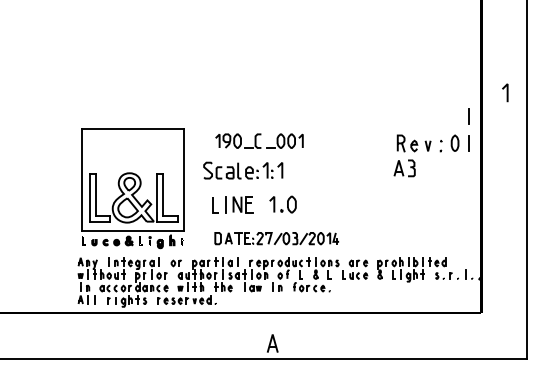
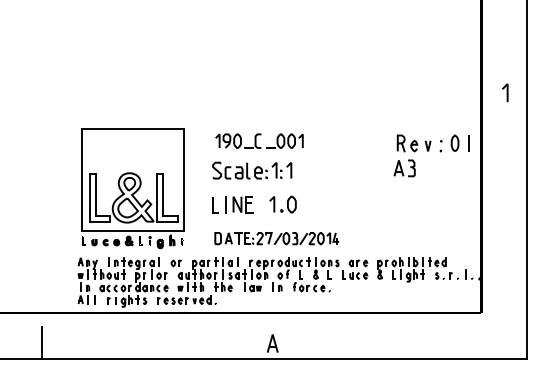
line at (468, 116): present -> none
part at (243, 170) position: (243, 170) -> (252, 170)
line at (41, 342): none -> present
